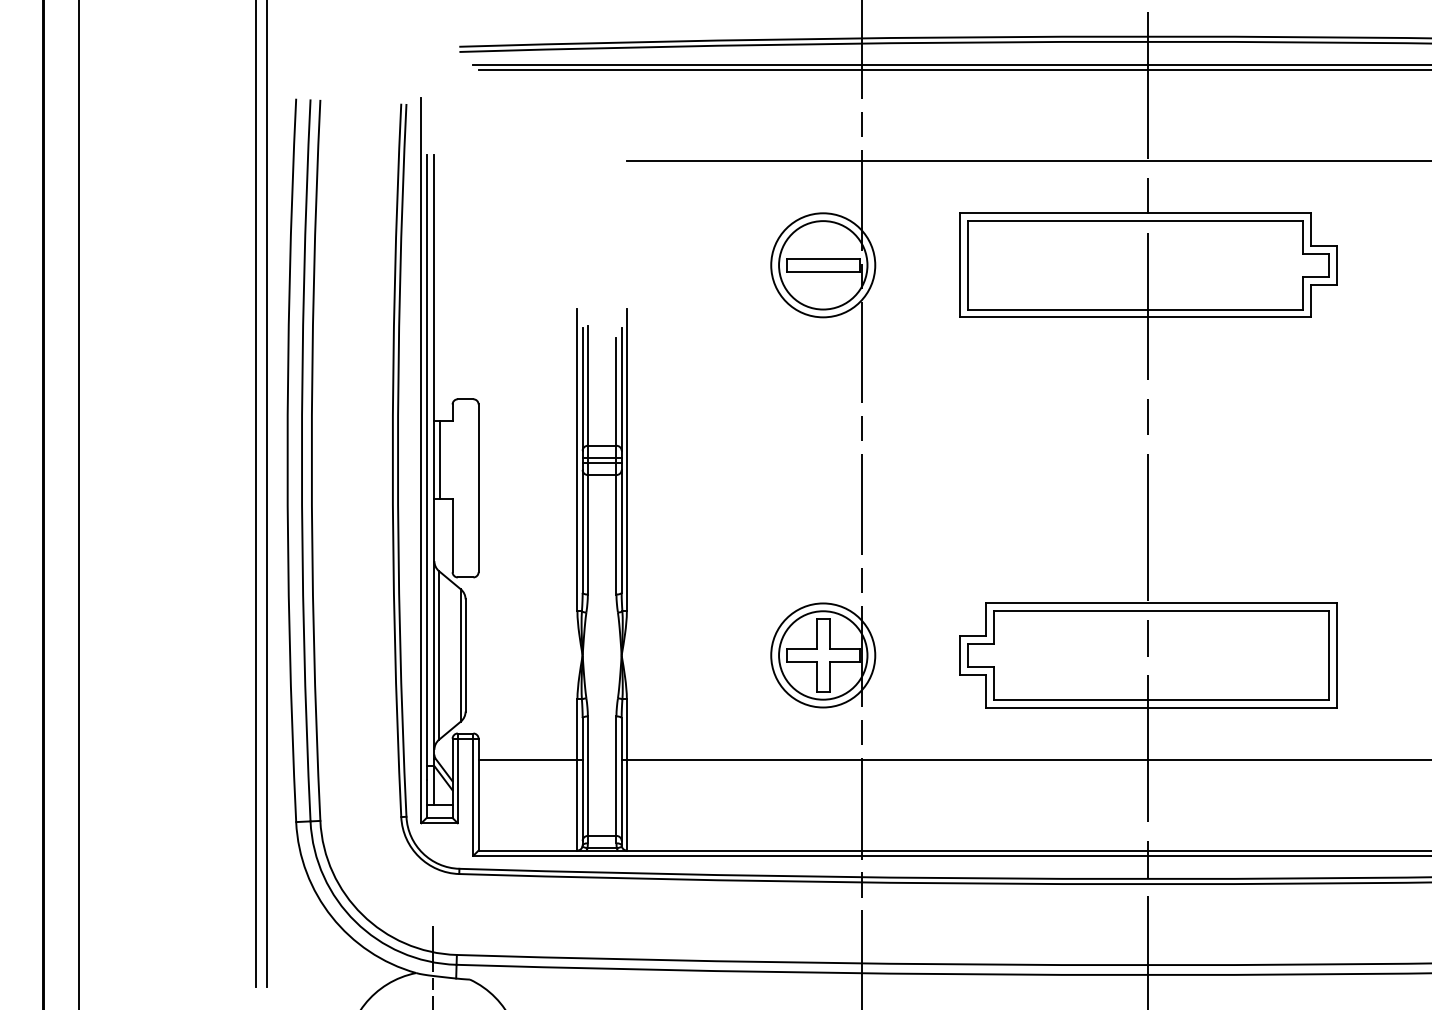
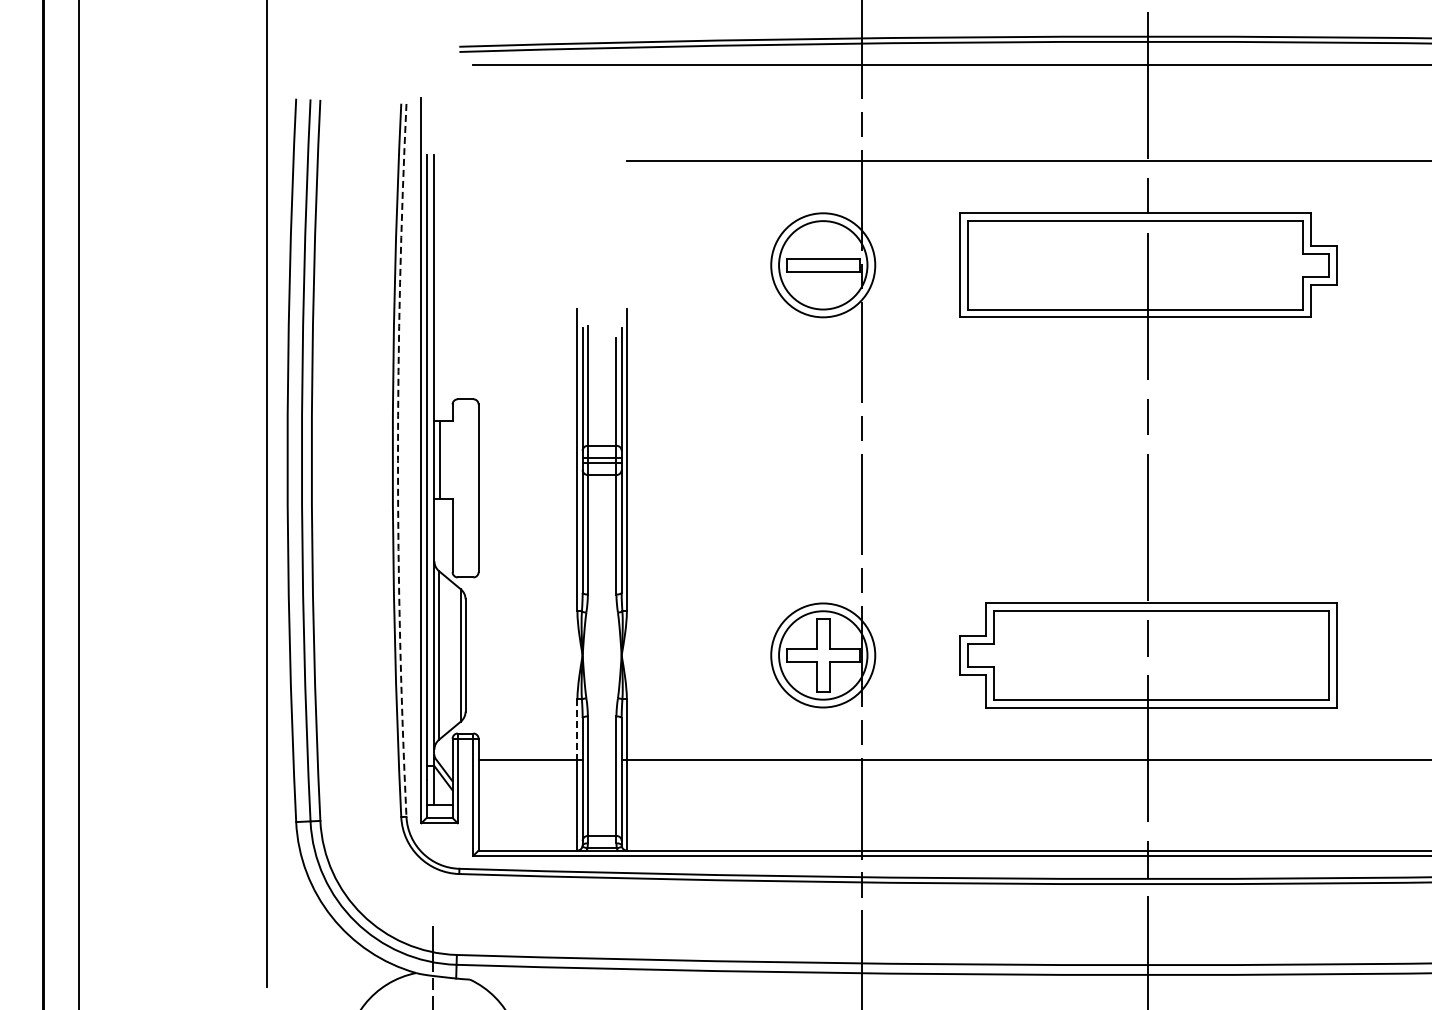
line at (953, 70): present -> none
arc at (397, 460): solid -> dashed
line at (256, 494): present -> none
line at (577, 729): solid -> dashed
